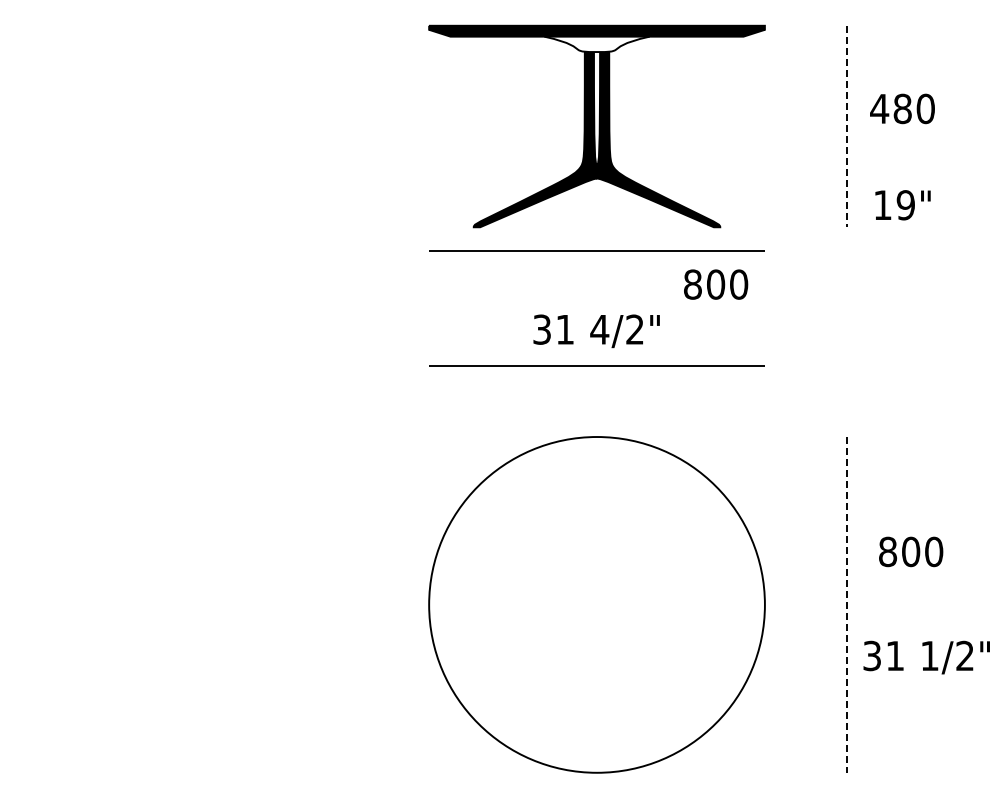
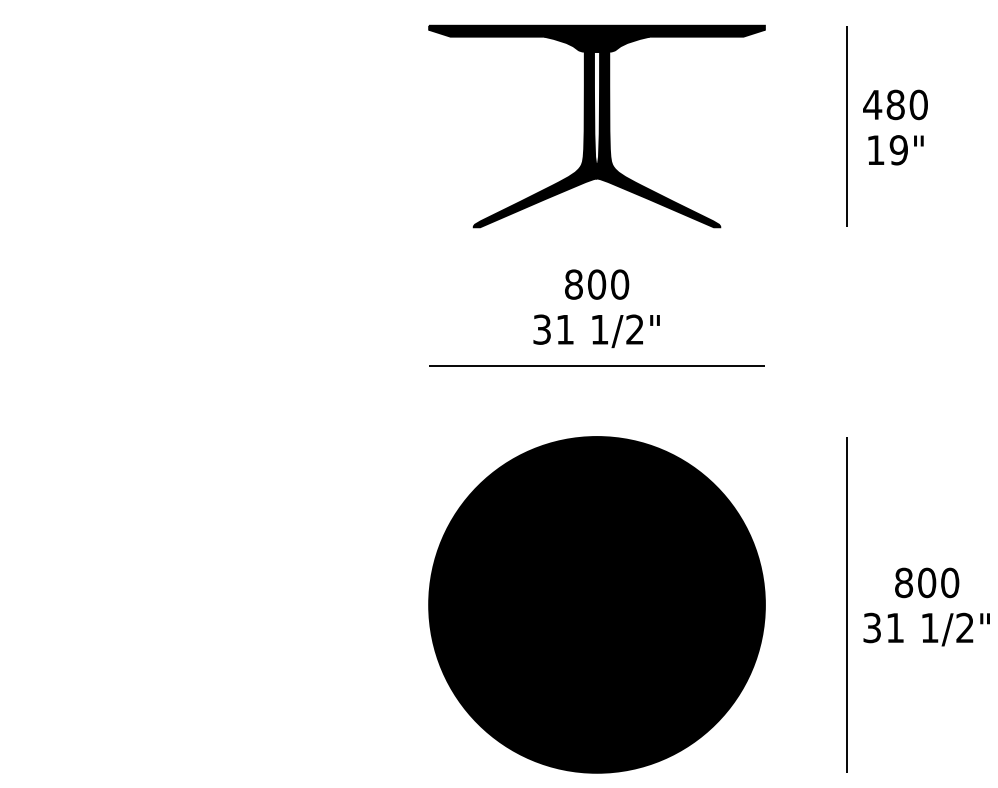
fill at (596, 44): none -> present
text at (902, 108) position: (902, 108) -> (895, 104)
line at (846, 126): dashed -> solid
text at (902, 205) position: (902, 205) -> (895, 150)
line at (596, 250): present -> none
text at (716, 284) position: (716, 284) -> (597, 284)
text at (599, 329): 4/2" -> 1/2"
text at (911, 551) position: (911, 551) -> (927, 582)
fill at (596, 604): none -> present
line at (846, 604): dashed -> solid
text at (926, 657) position: (926, 657) -> (926, 629)
